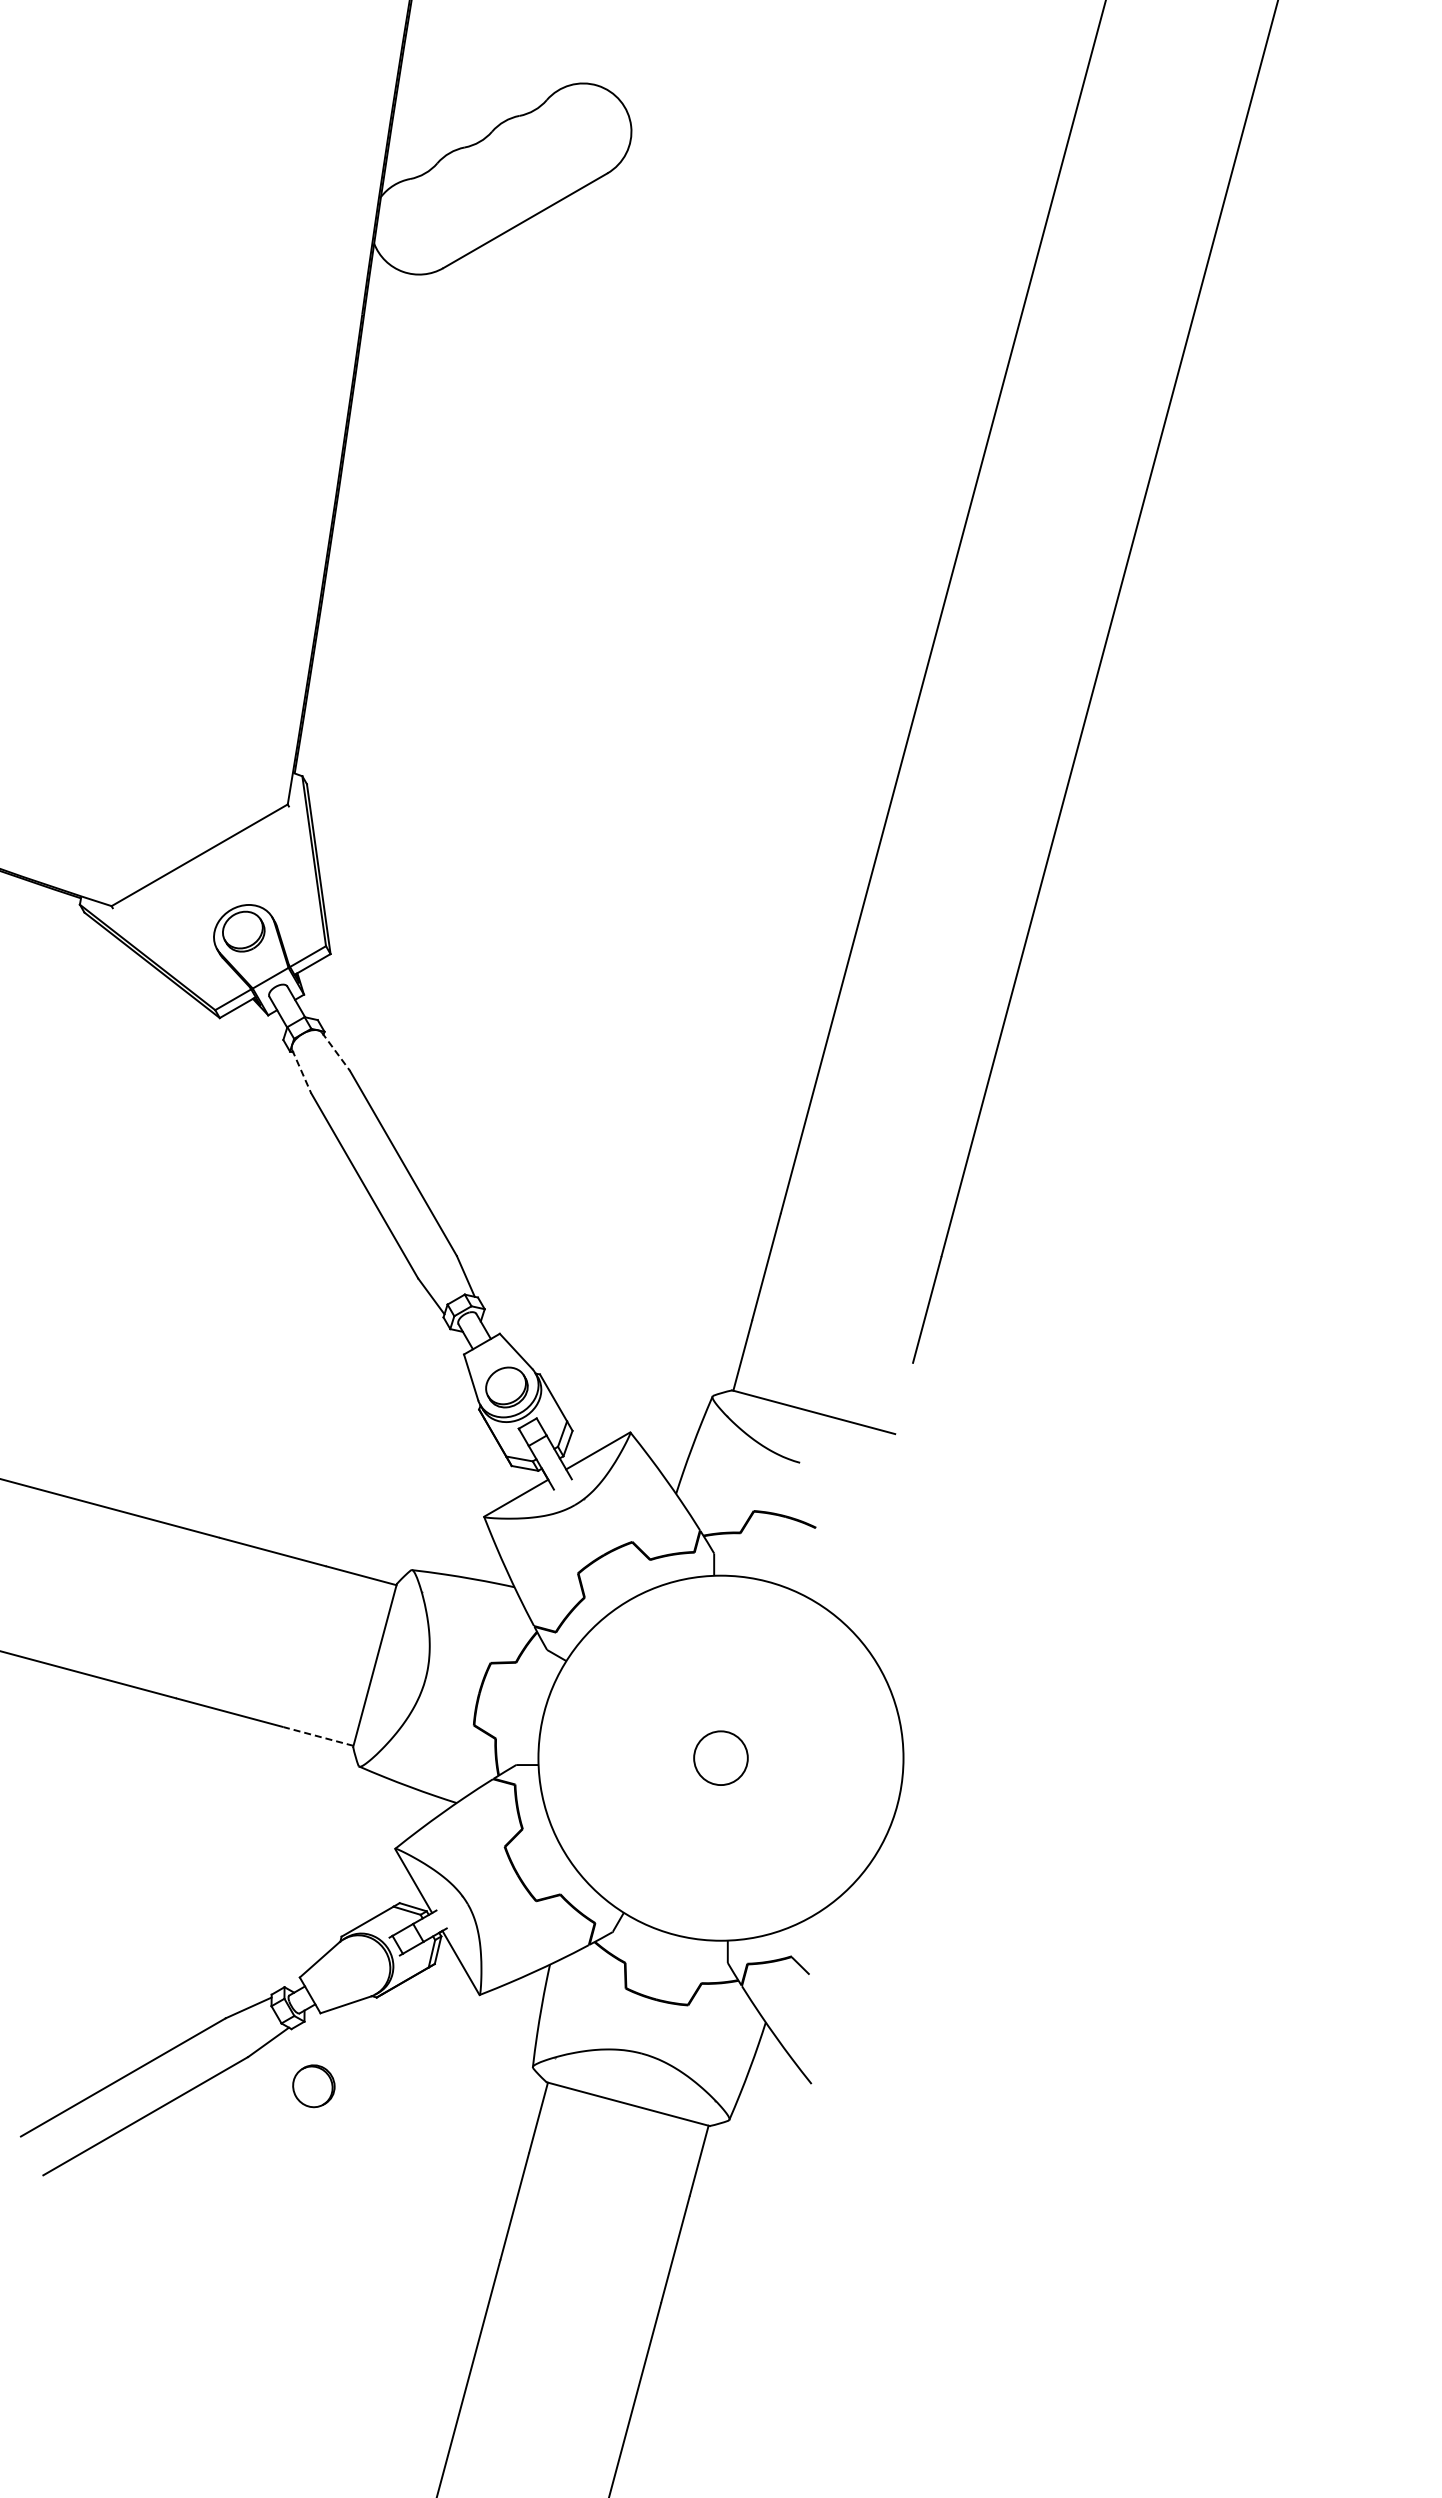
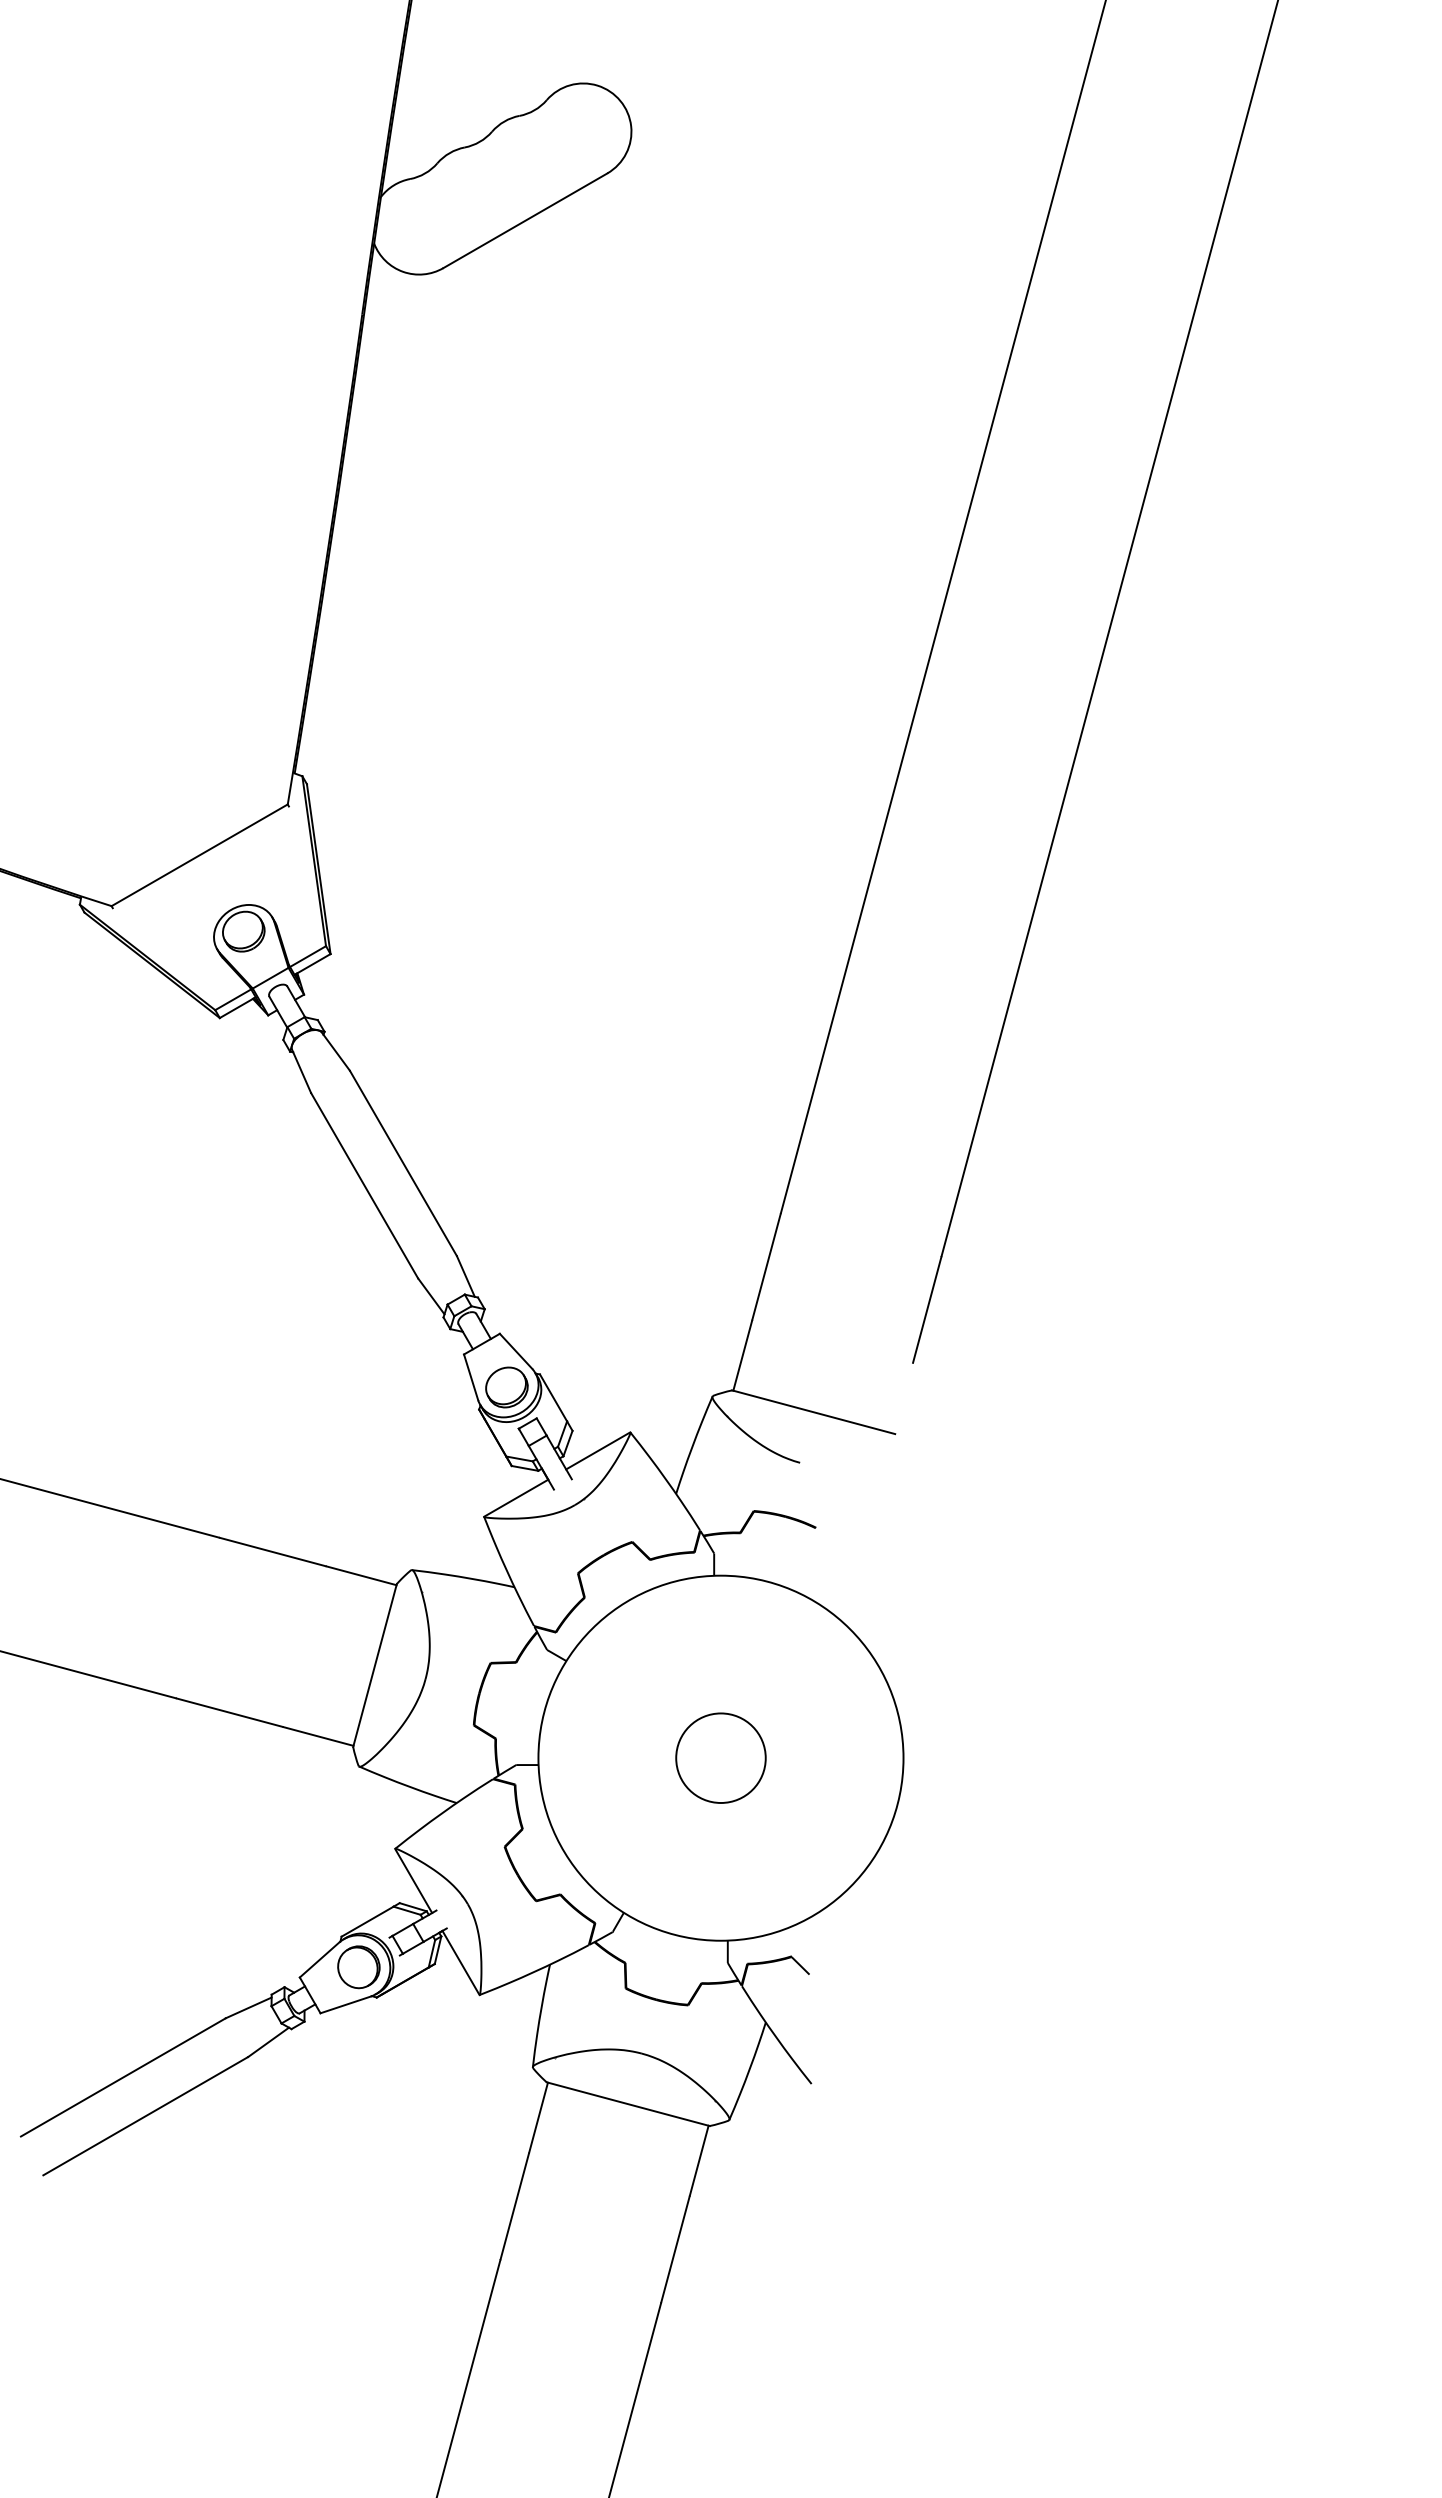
line at (336, 1051): dashed -> solid
line at (301, 1071): dashed -> solid
line at (318, 1736): dashed -> solid
circle at (720, 1758) diameter: 54 px -> 90 px
part at (313, 2086) position: (313, 2086) -> (358, 1967)
